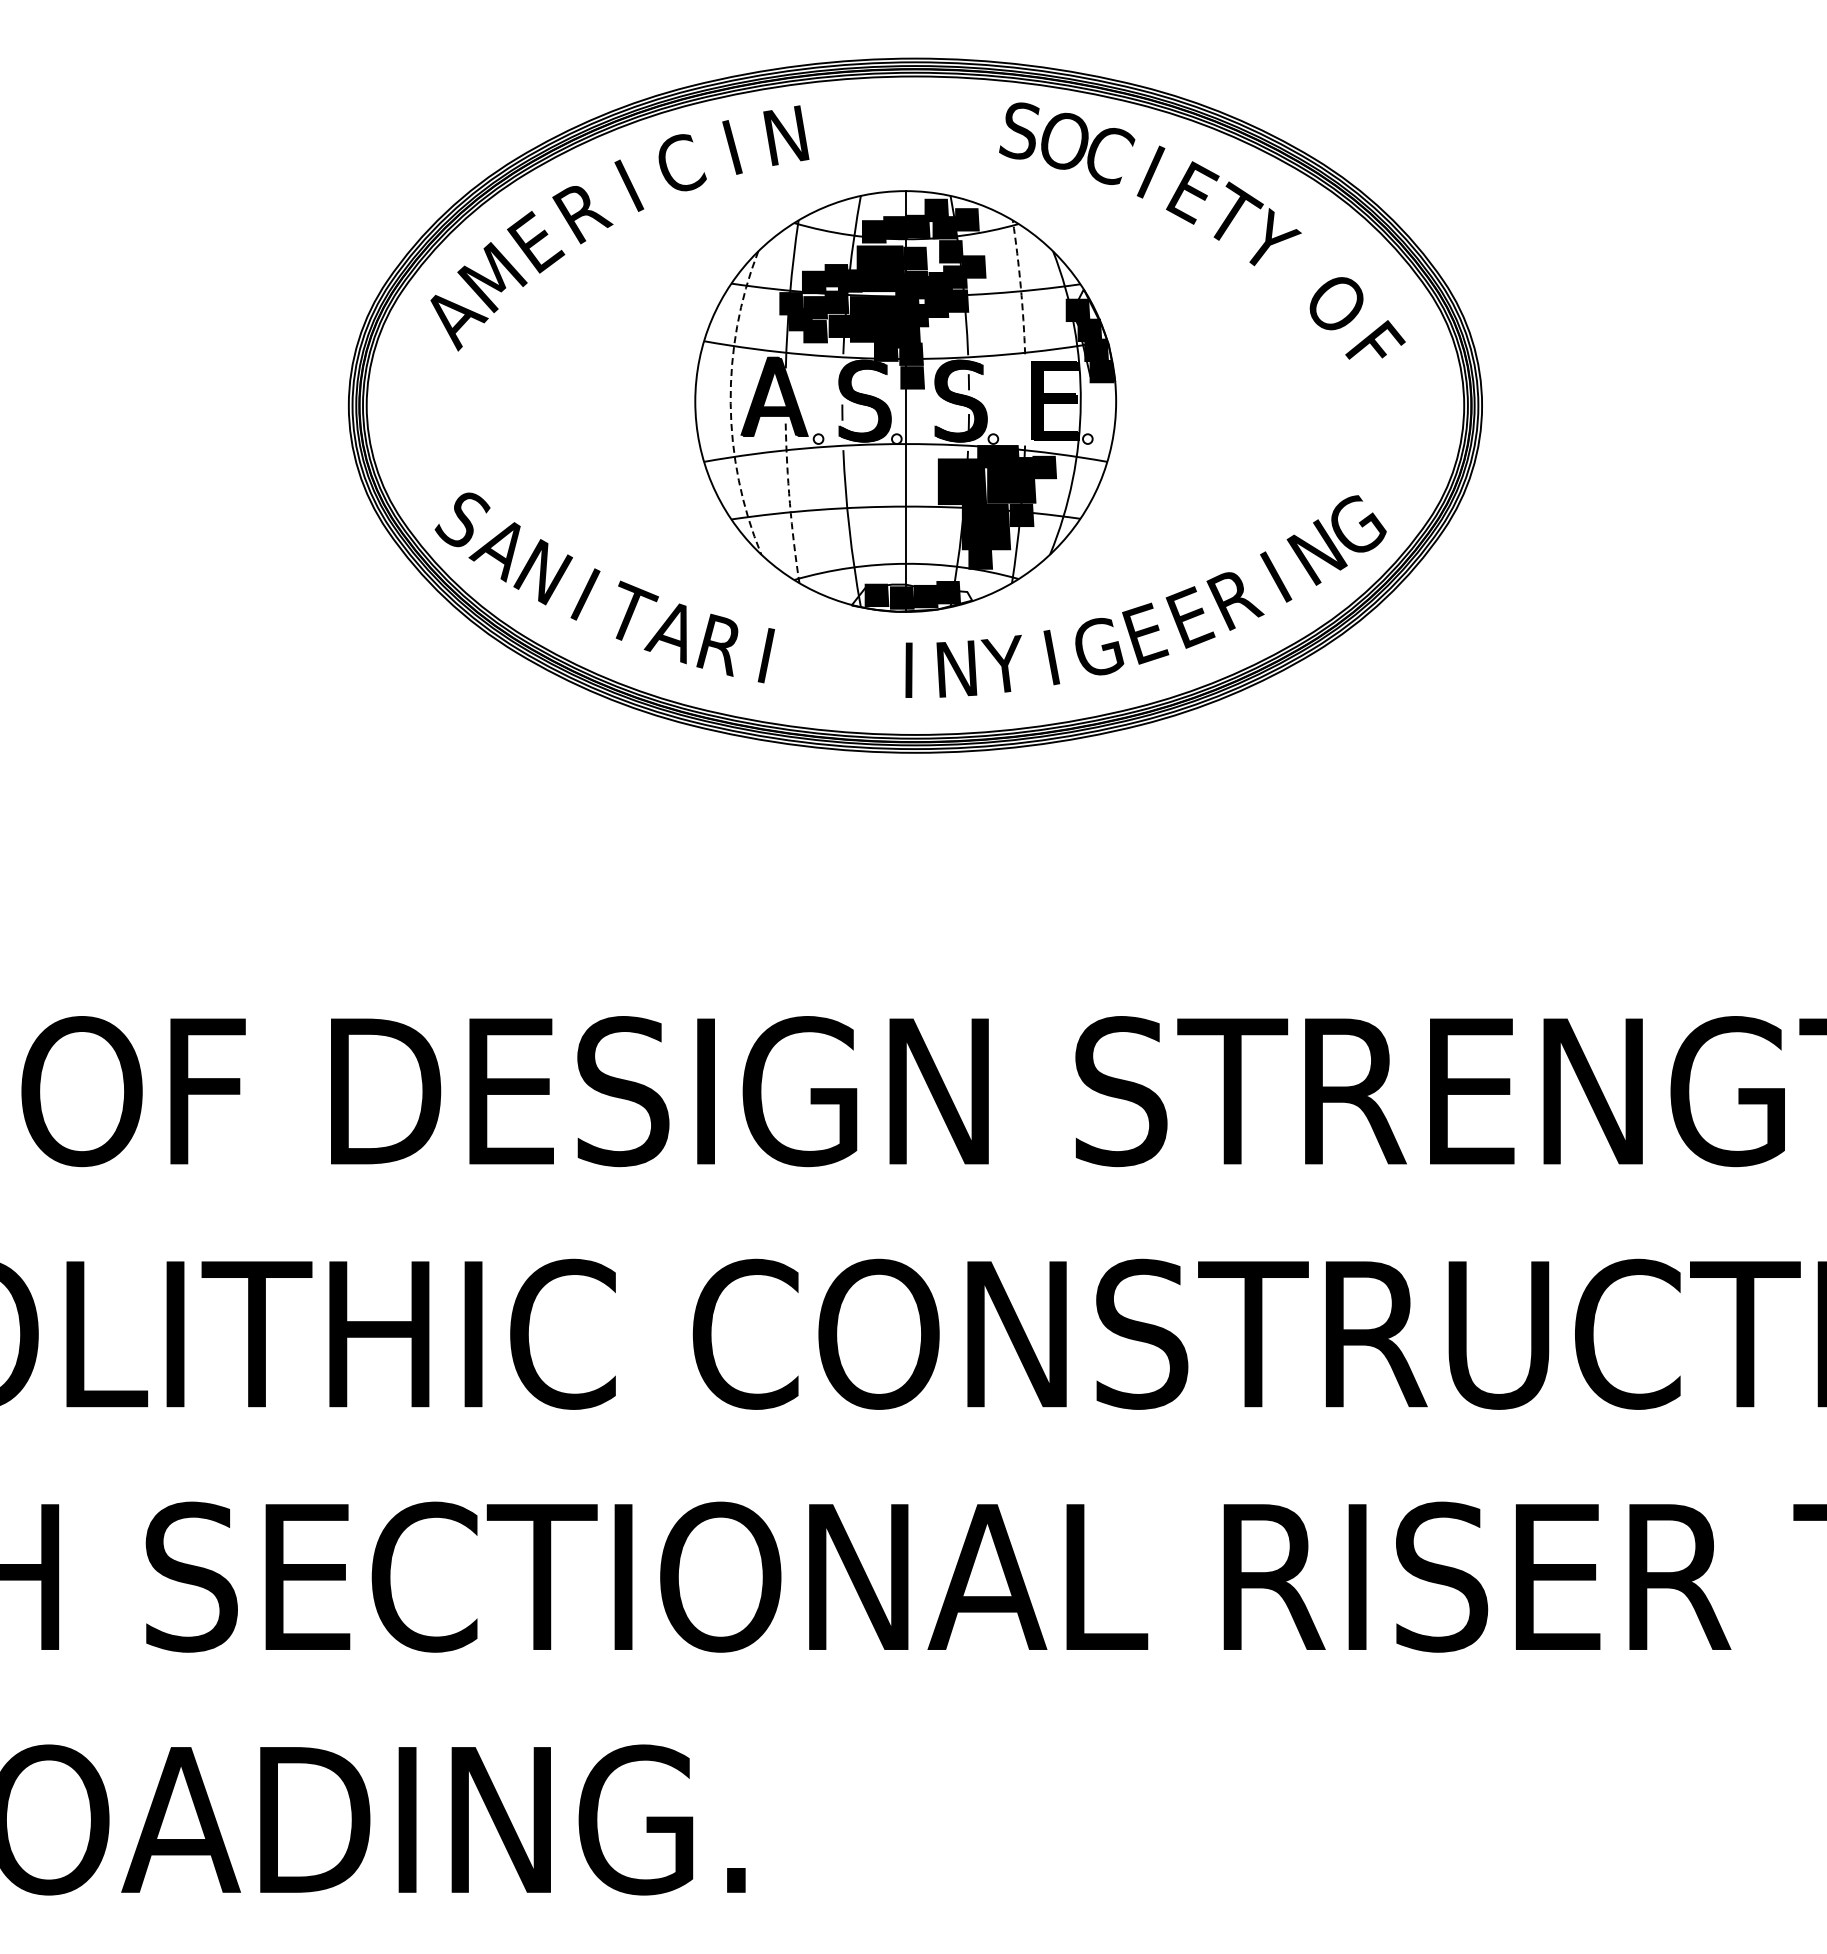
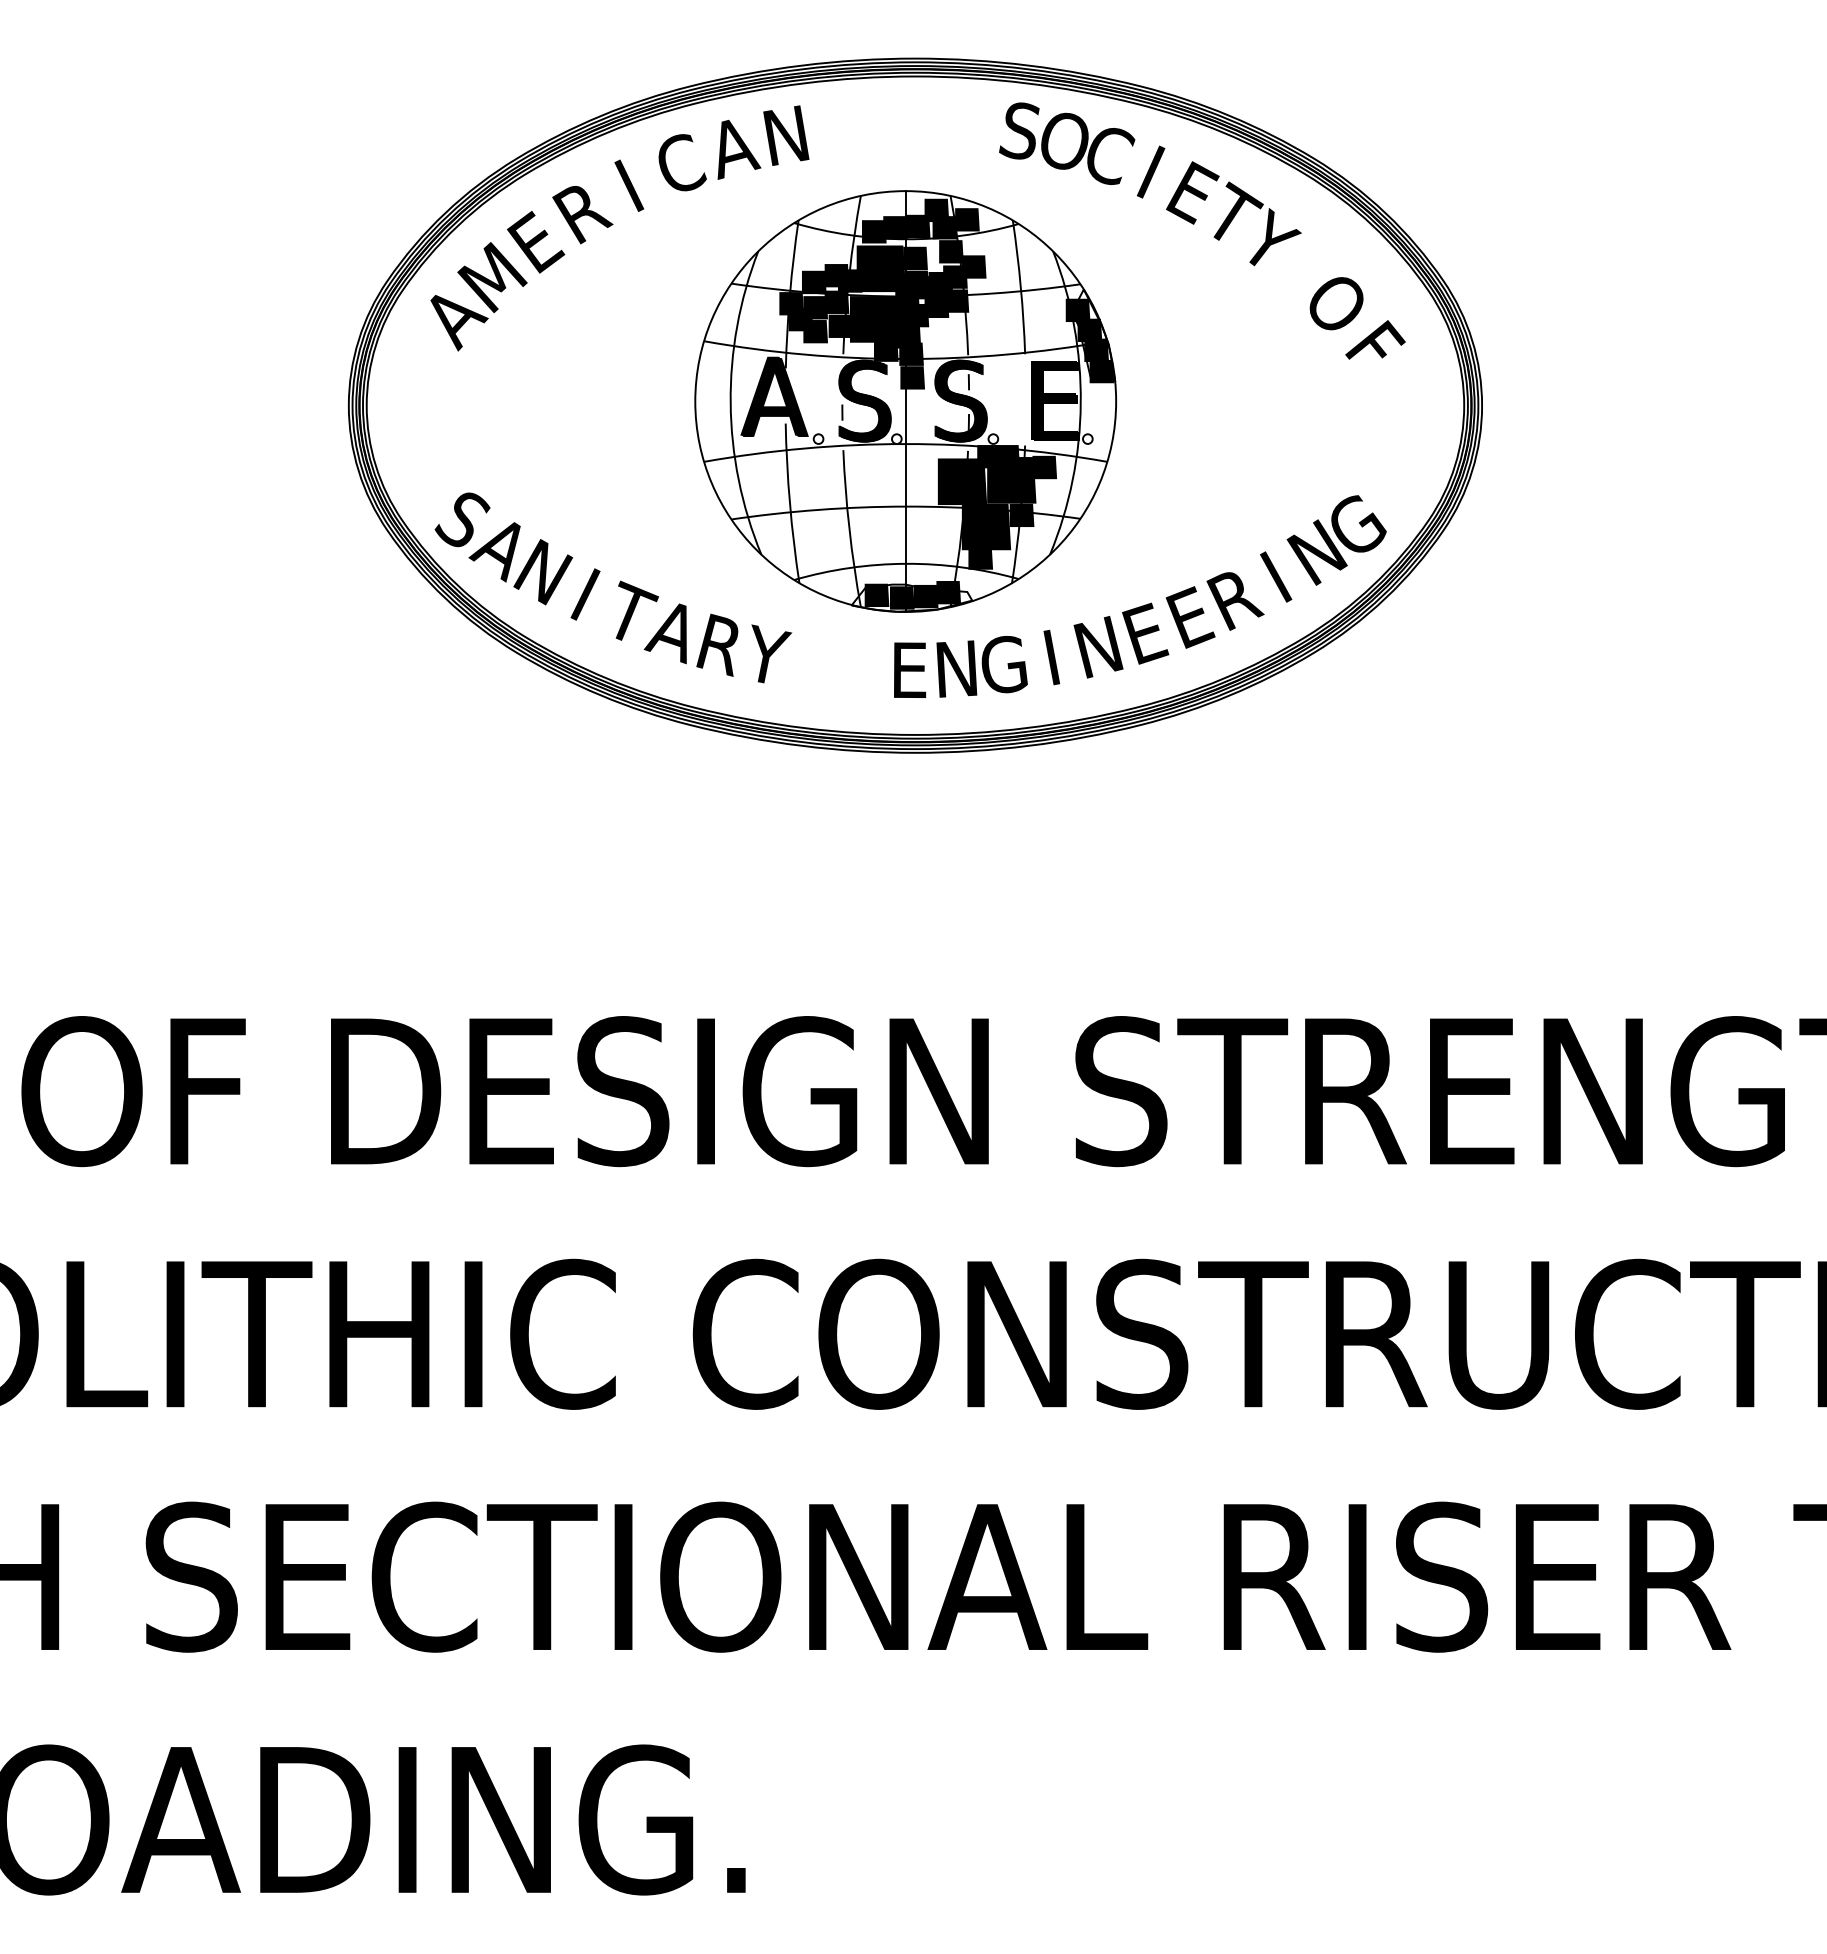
text at (739, 149): I -> A
arc at (1020, 287): dashed -> solid
arc at (730, 403): dashed -> solid
arc at (789, 503): dashed -> solid
text at (771, 640): I -> Y
text at (1098, 647): G -> N
text at (1003, 663): Y -> G
text at (910, 669): I -> E
